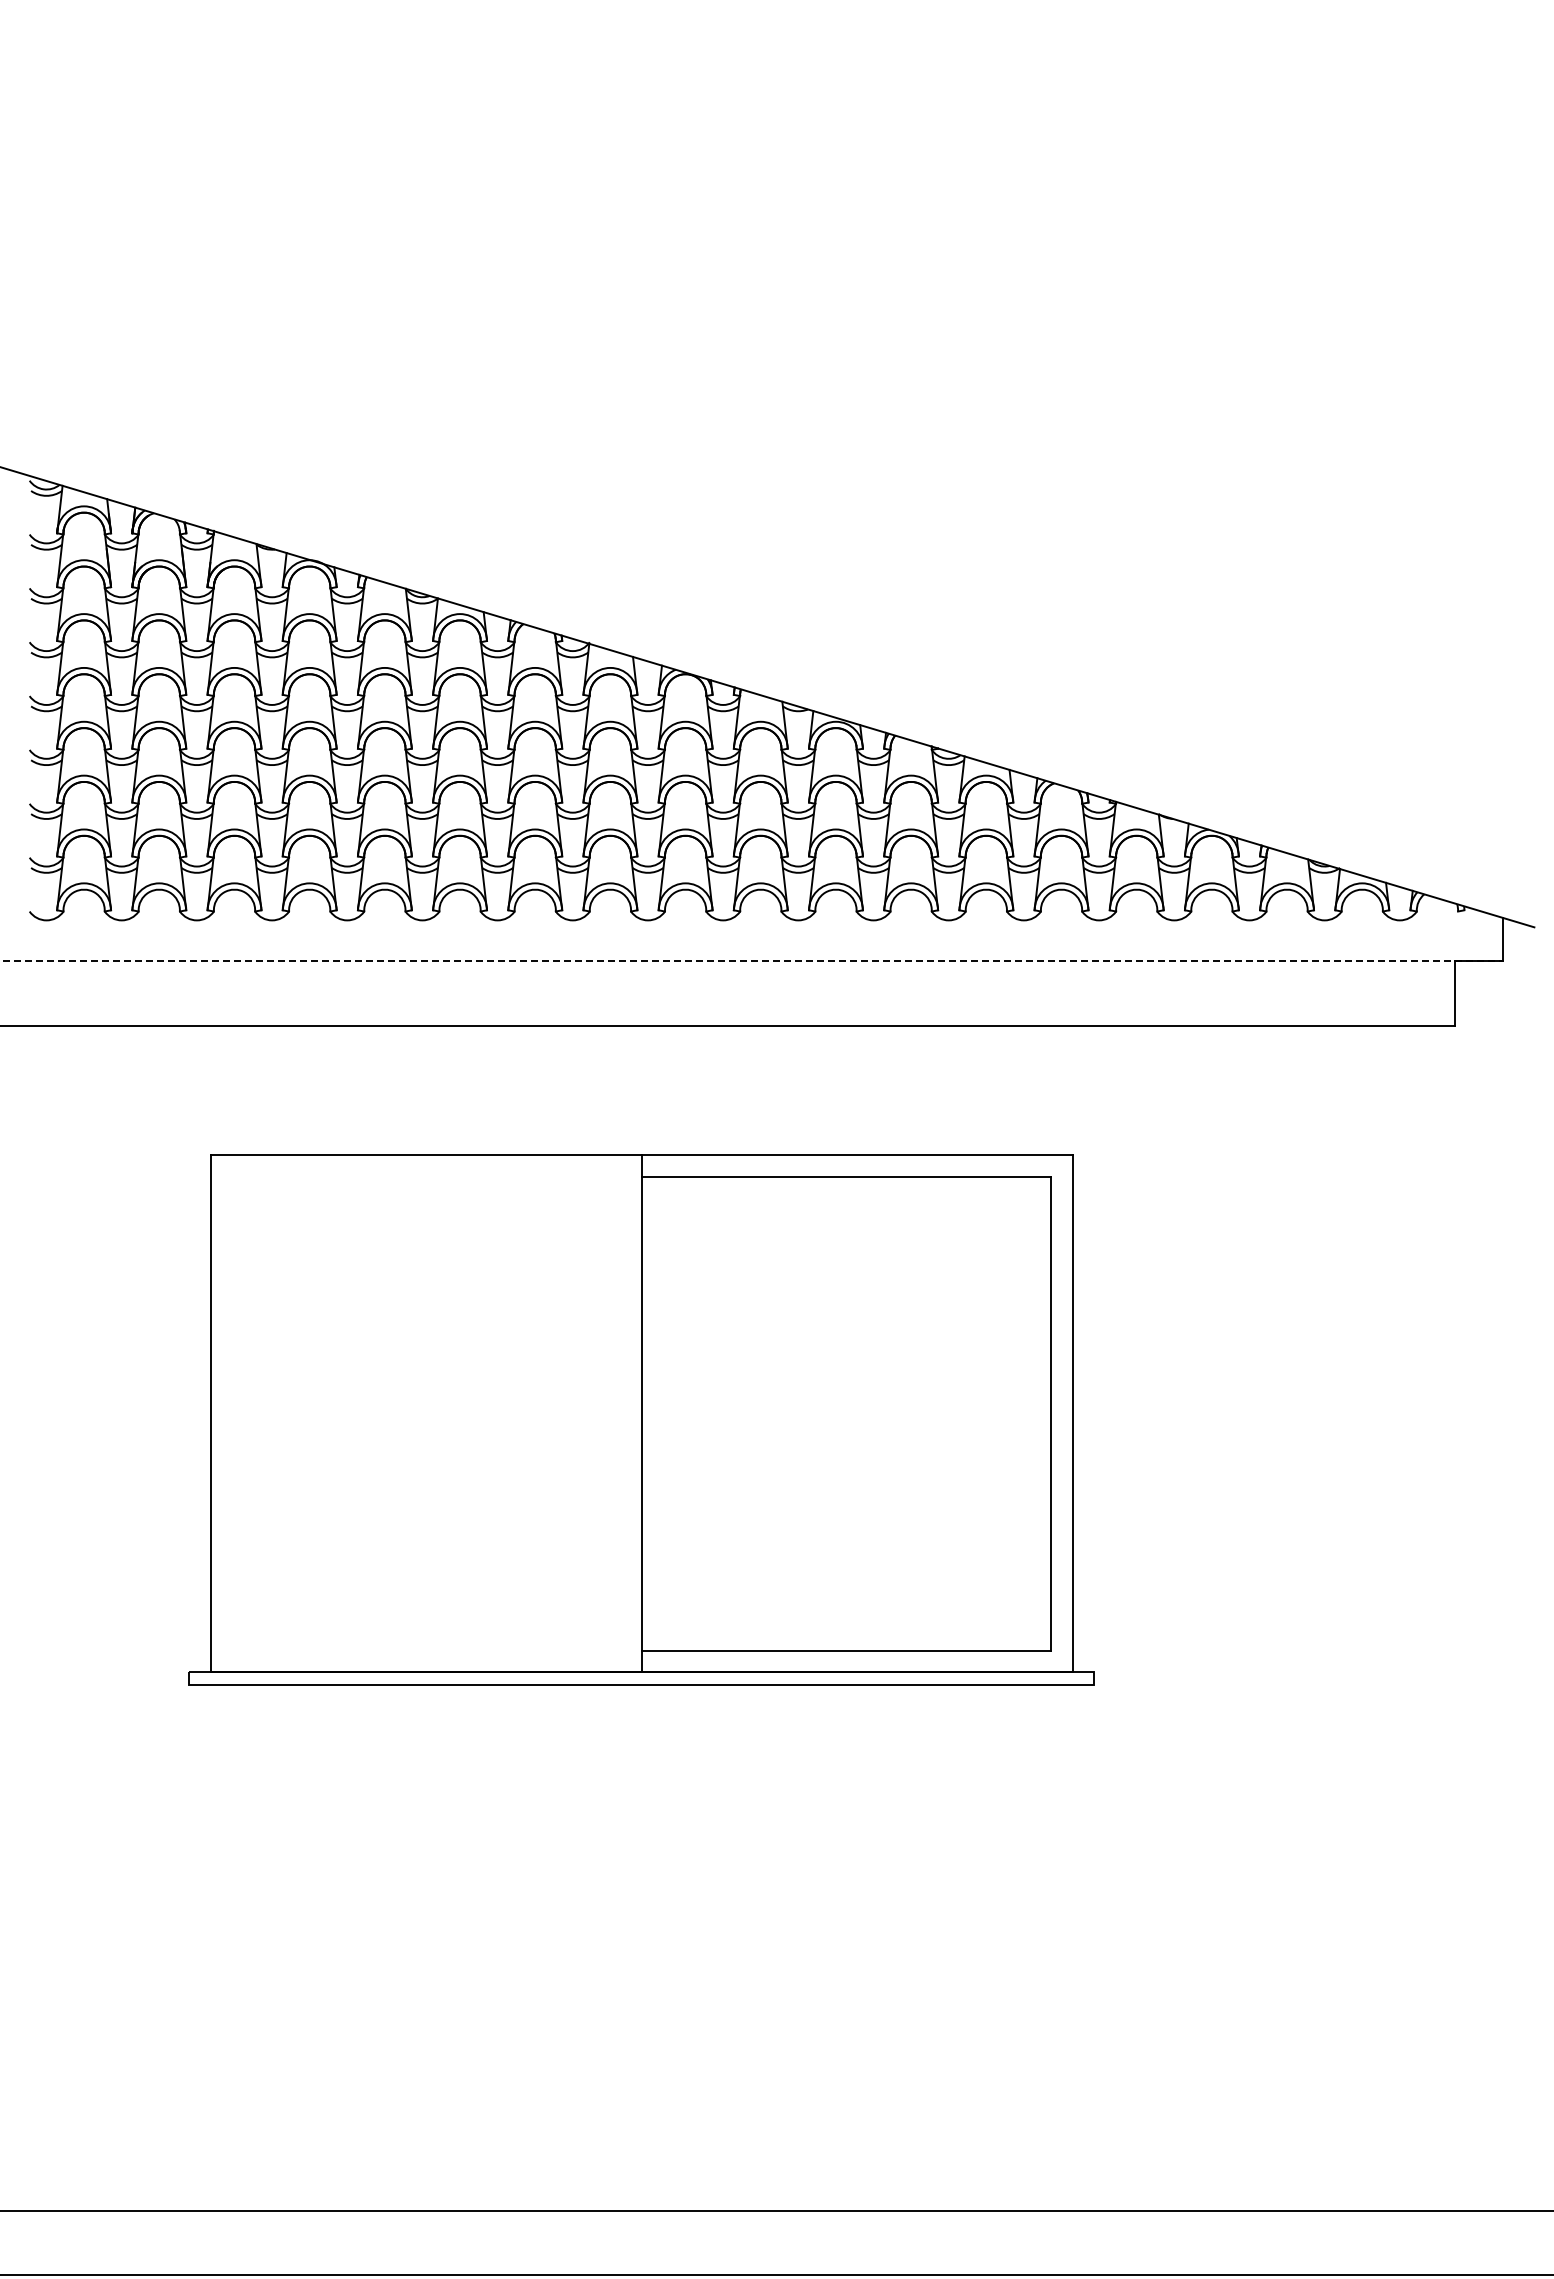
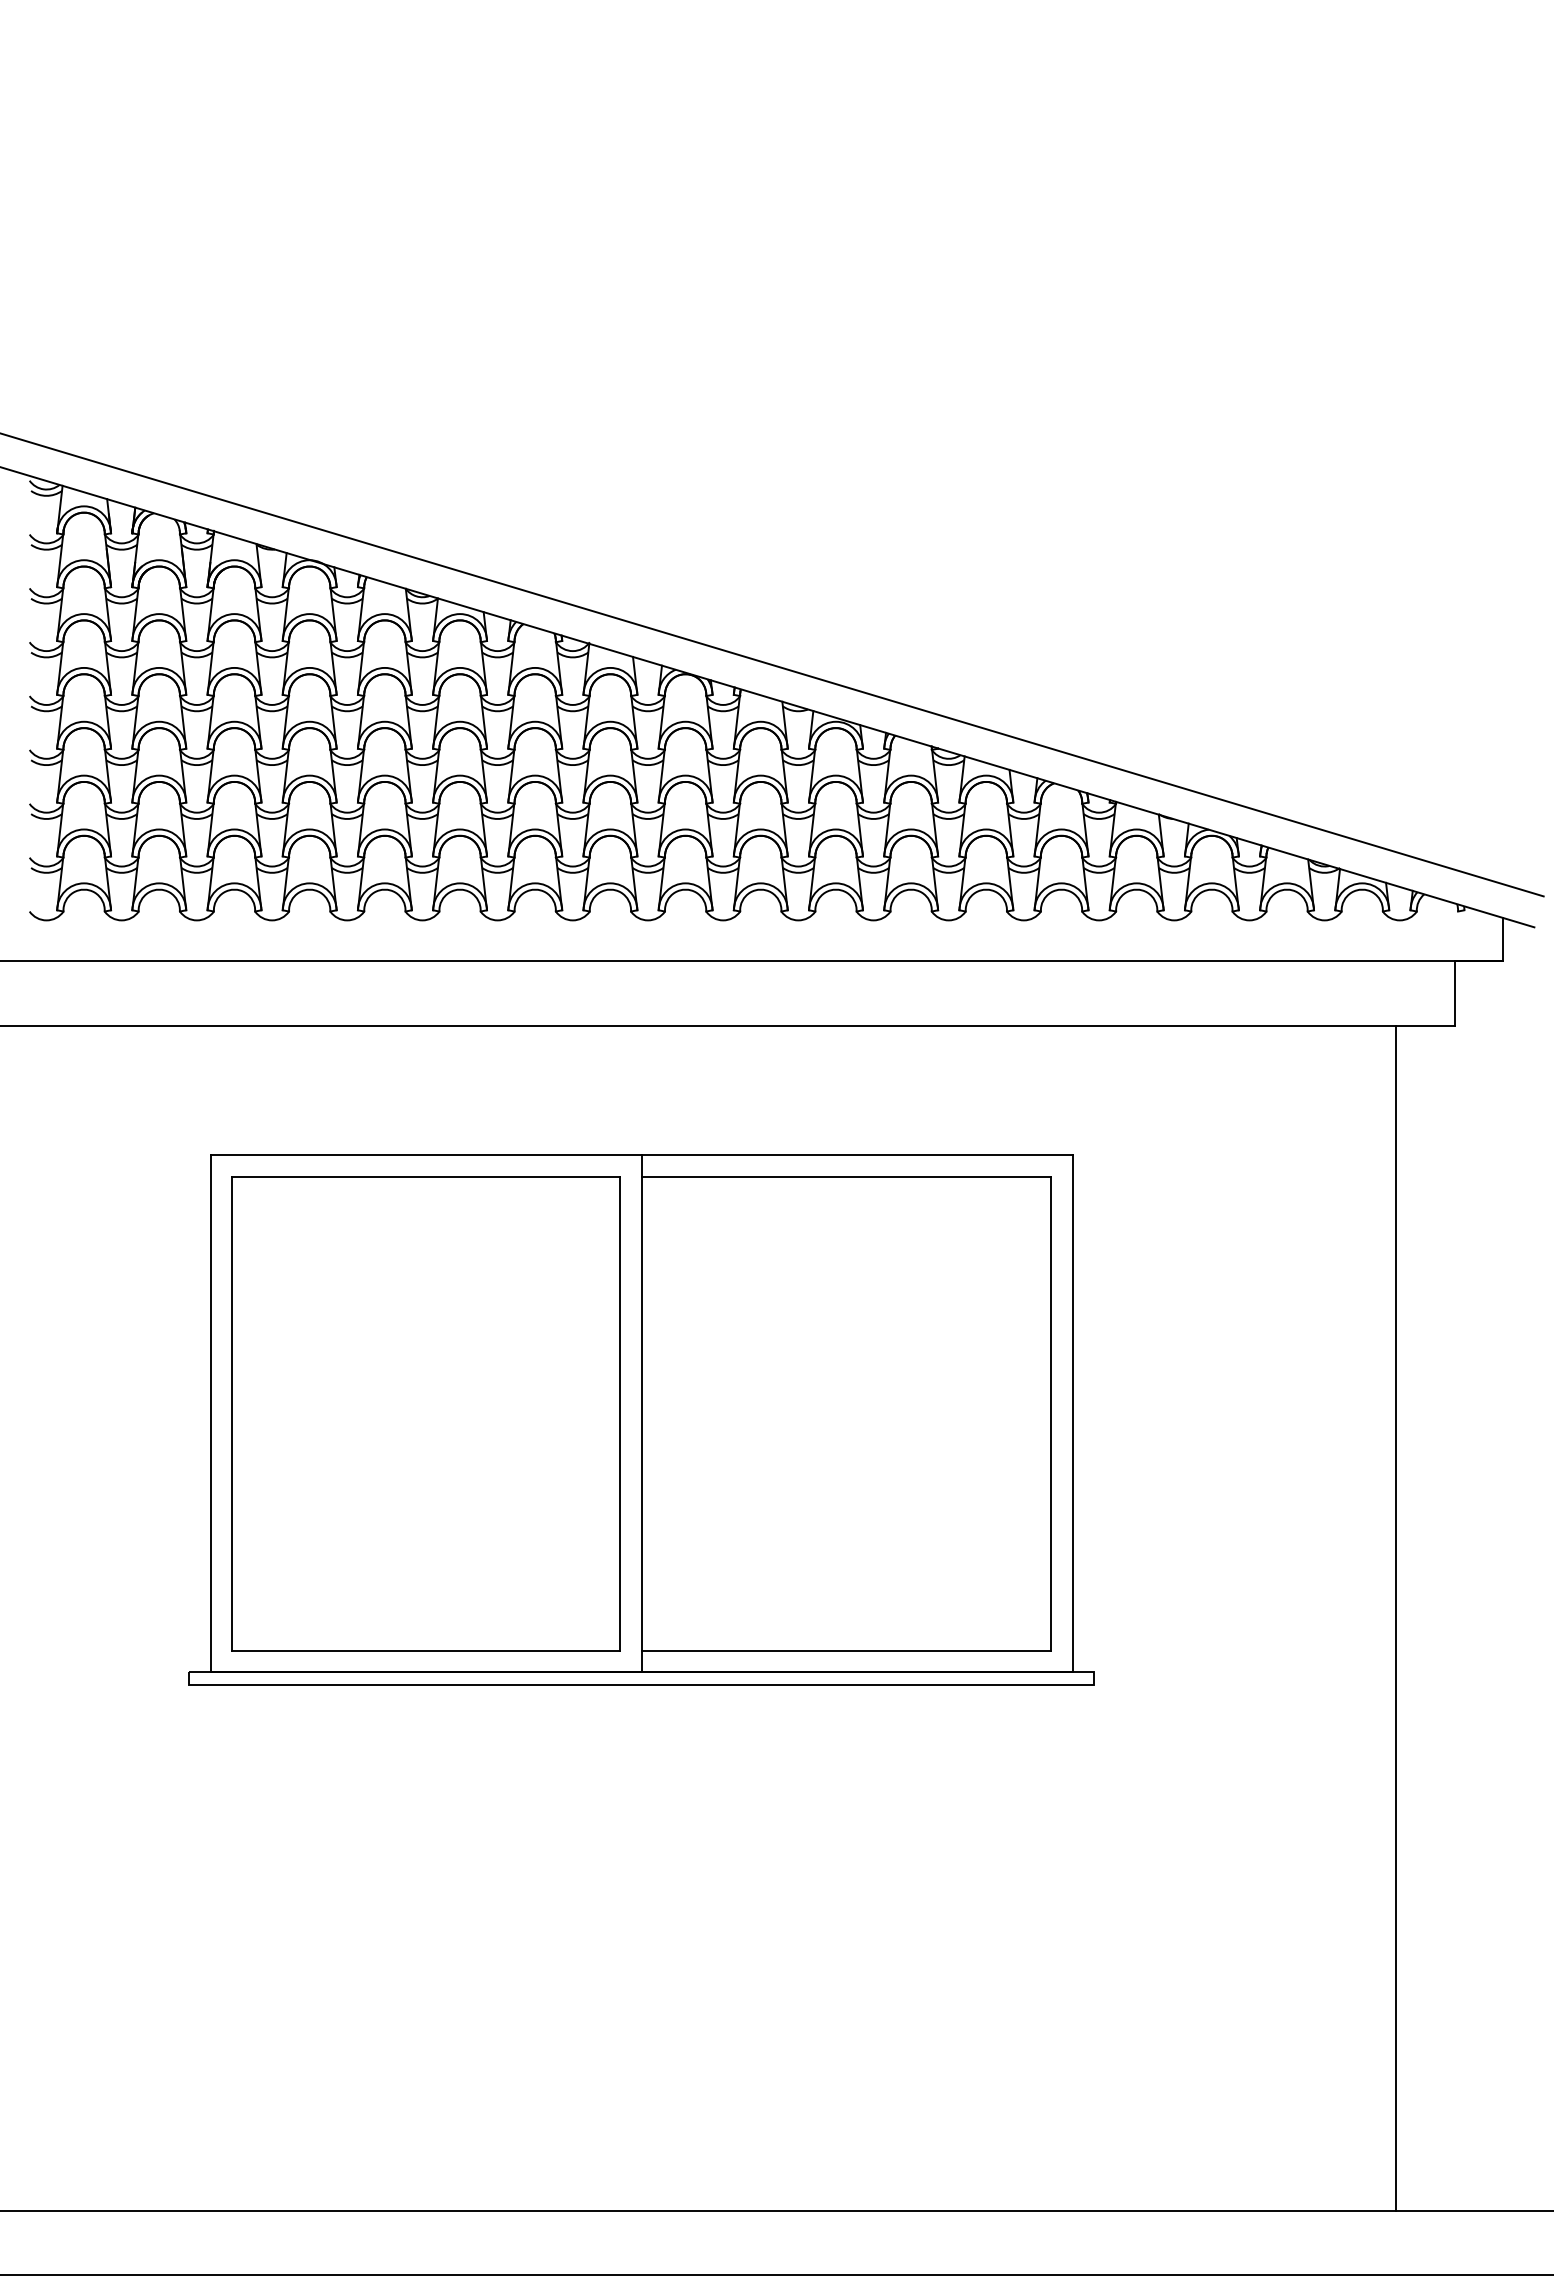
line at (772, 664): none -> present
line at (752, 961): dashed -> solid
part at (425, 1413): none -> present
line at (1395, 1617): none -> present
